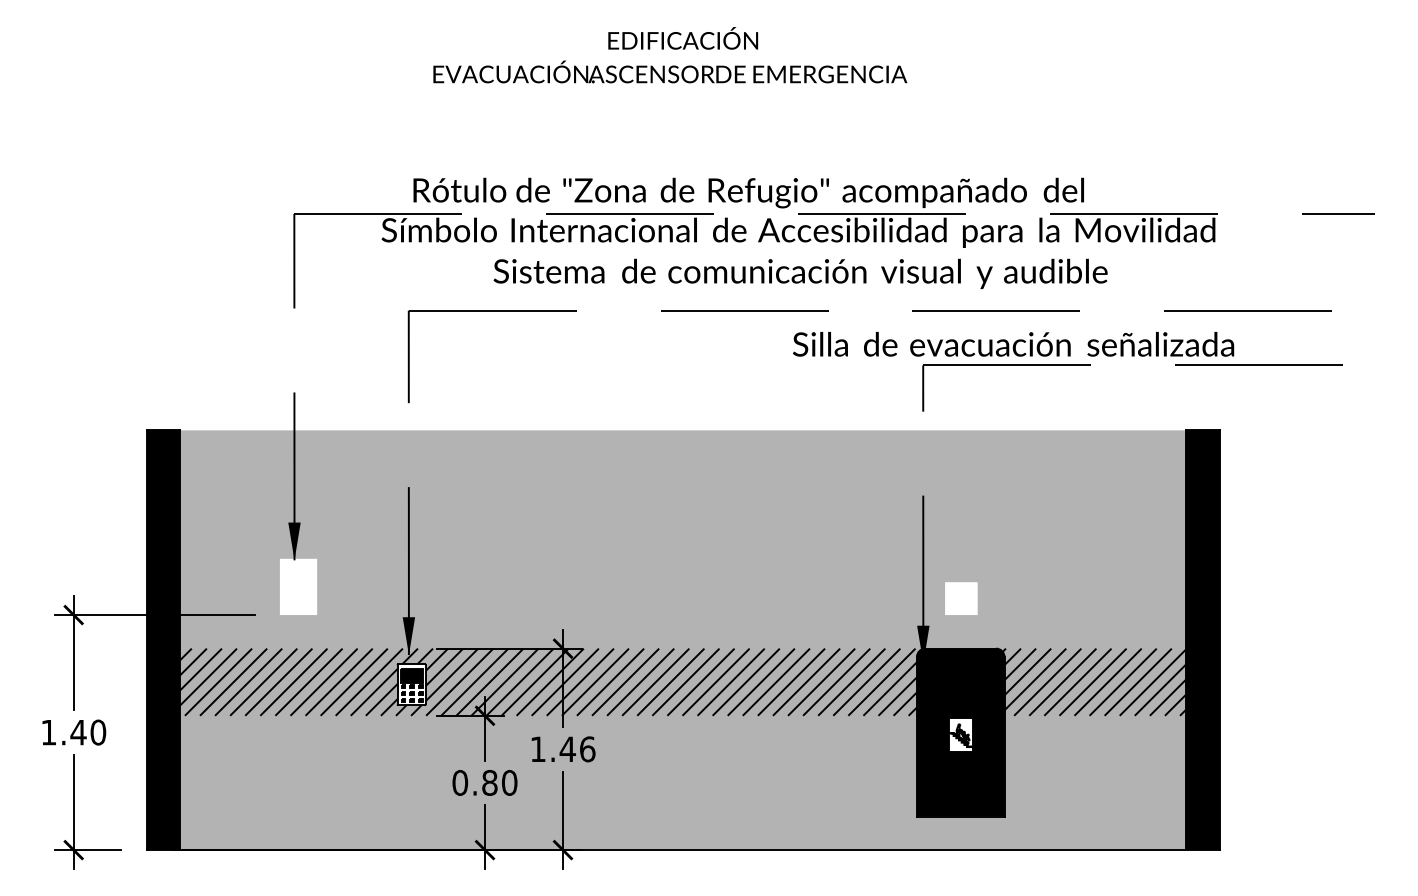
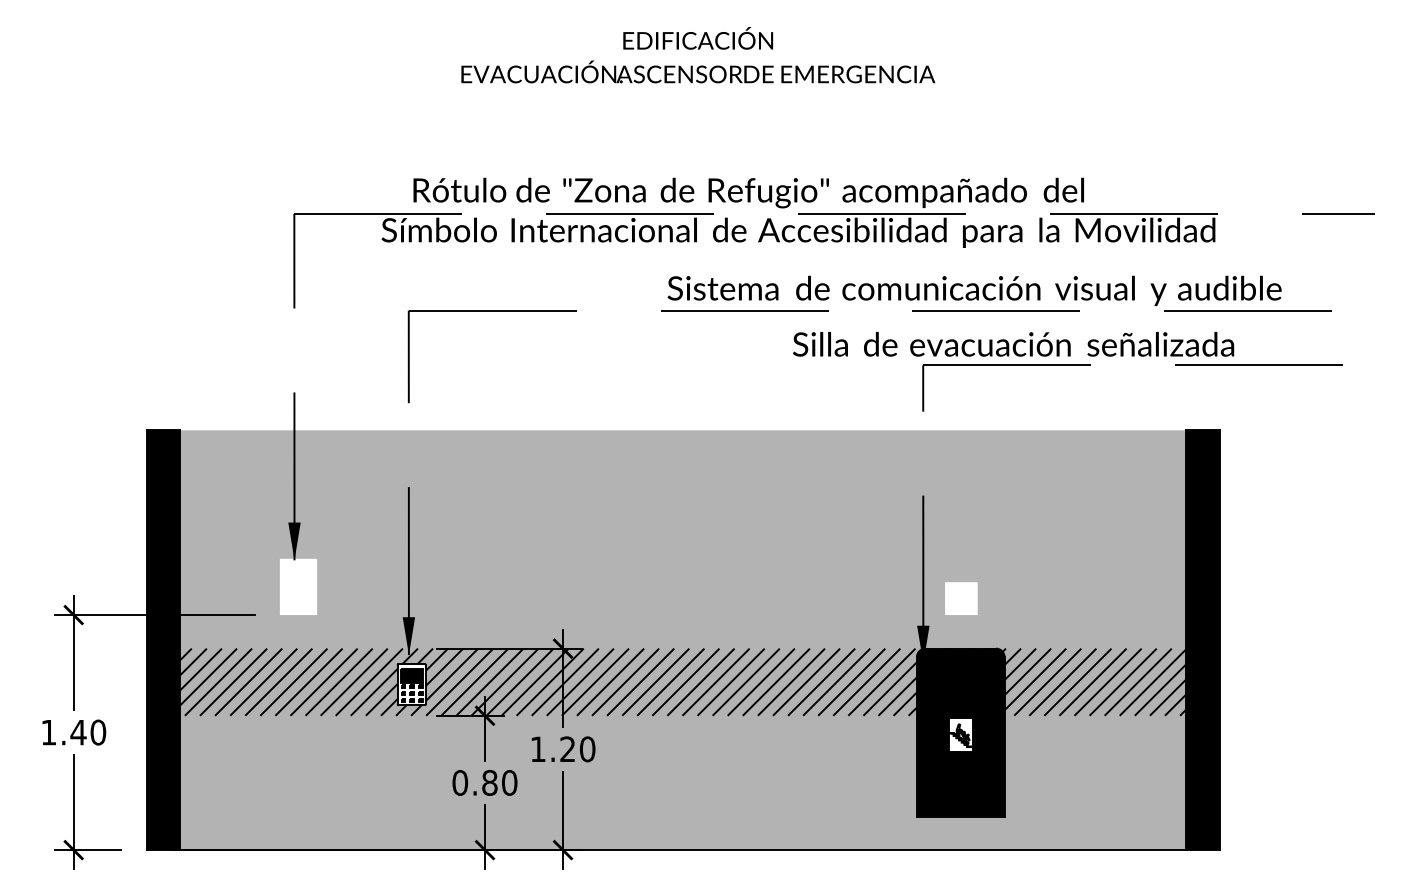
text at (683, 38) position: (683, 38) -> (698, 38)
text at (670, 71) position: (670, 71) -> (698, 71)
text at (800, 273) position: (800, 273) -> (974, 290)
text at (577, 748): 1.46 -> 1.20
